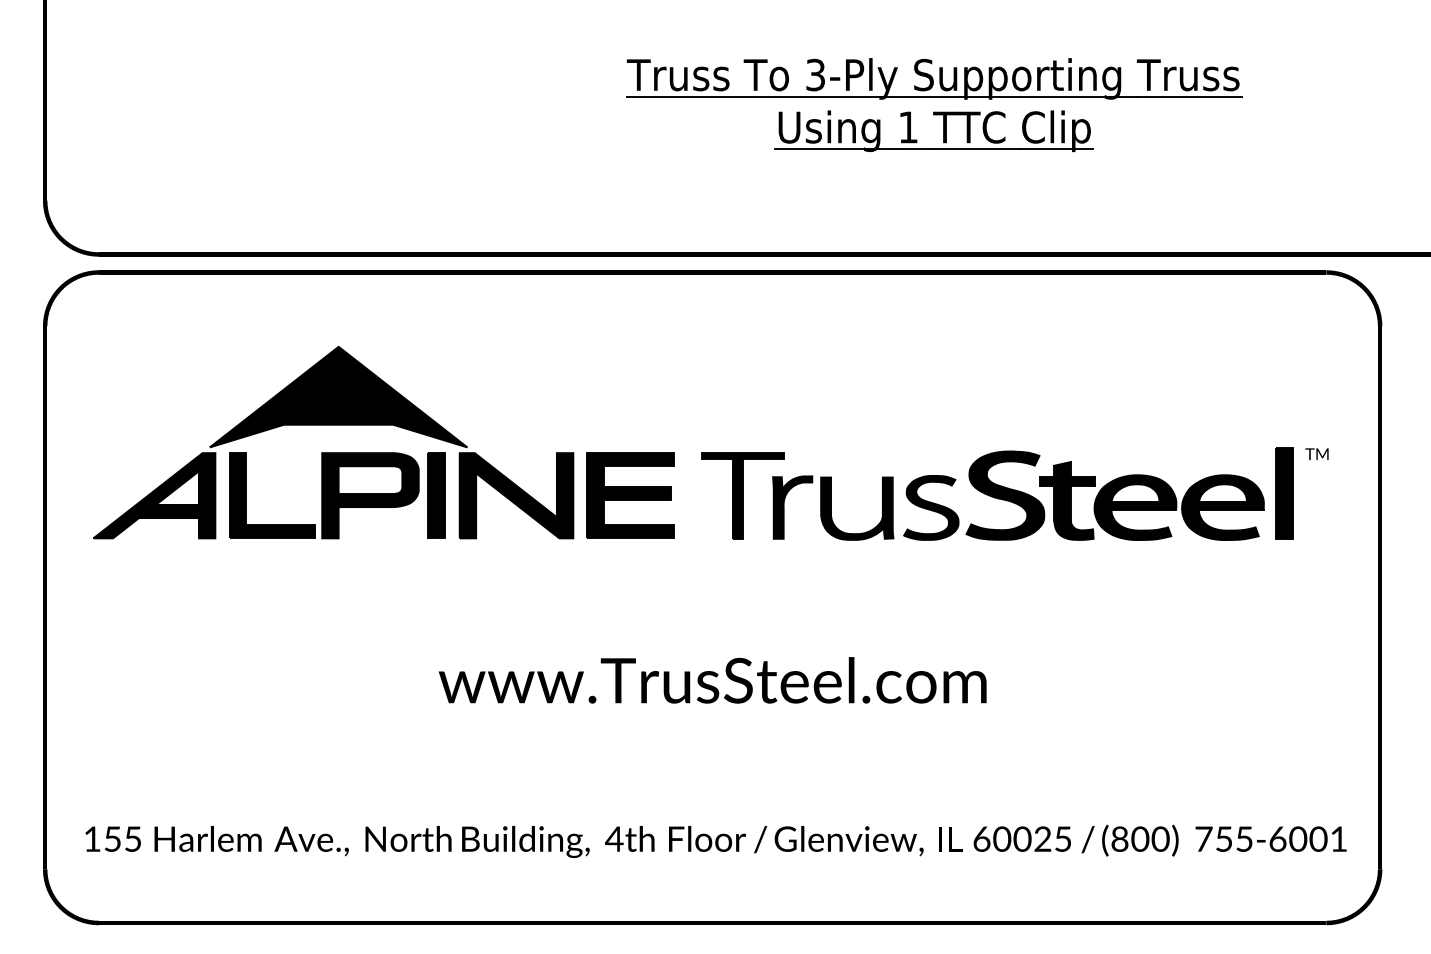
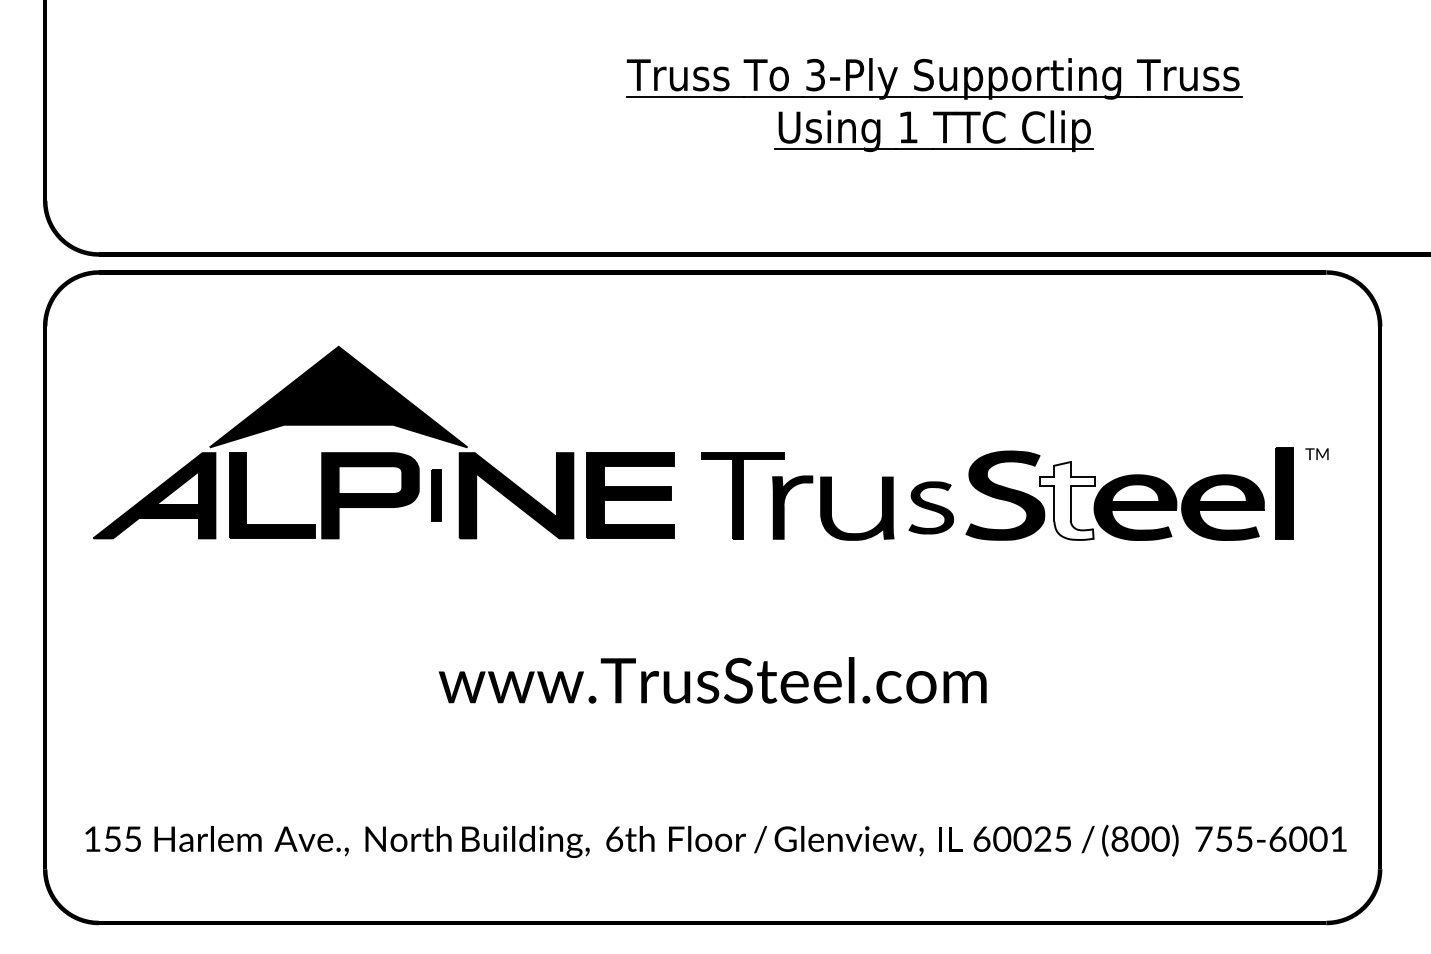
part at (436, 495) size: 19x87 px -> 11x53 px
fill at (1067, 500): present -> none
part at (931, 507) size: 57x66 px -> 46x54 px
text at (614, 838): 4th -> 6th
